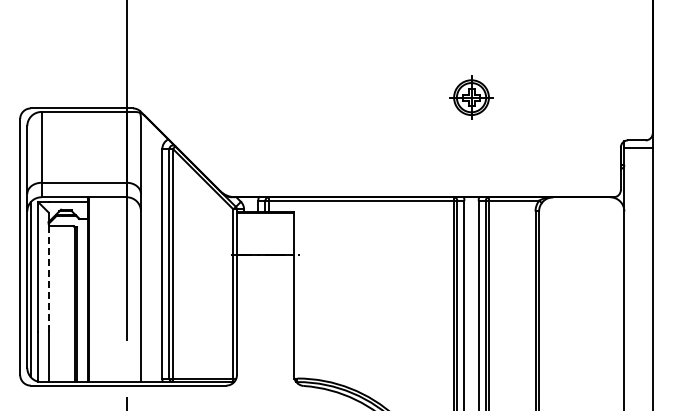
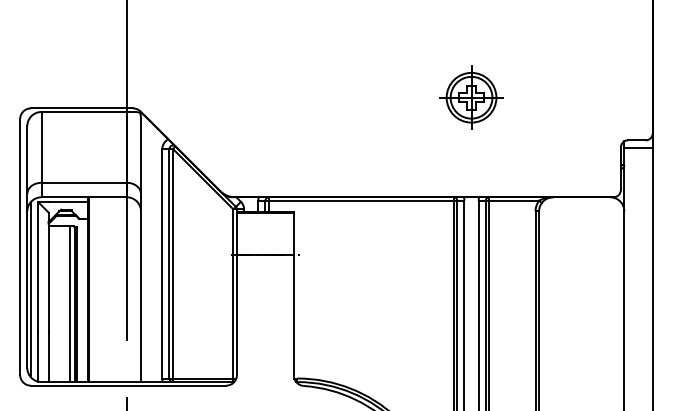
part at (471, 97) size: 45x45 px -> 65x65 px
line at (48, 279): dashed -> solid
line at (69, 304): none -> present
